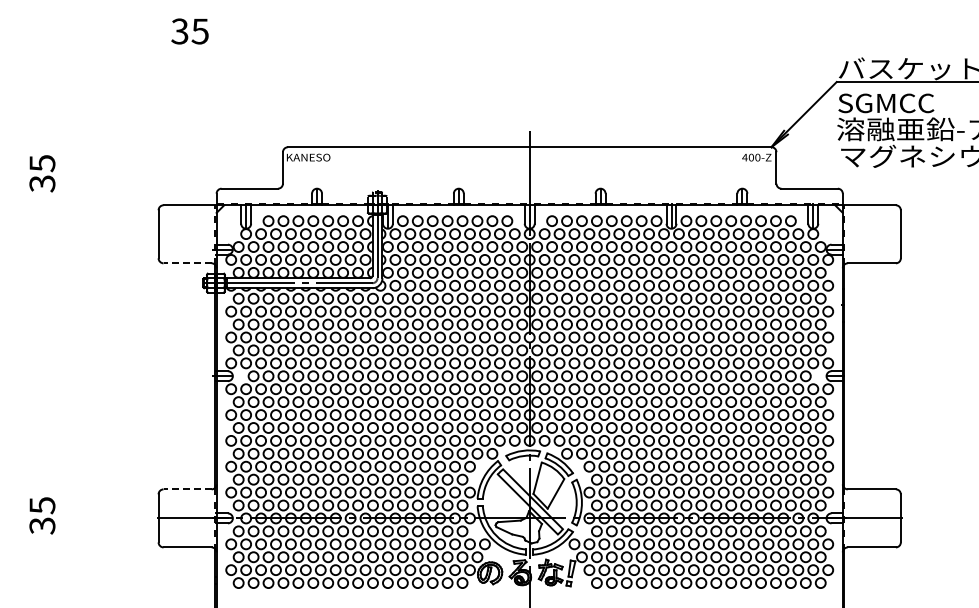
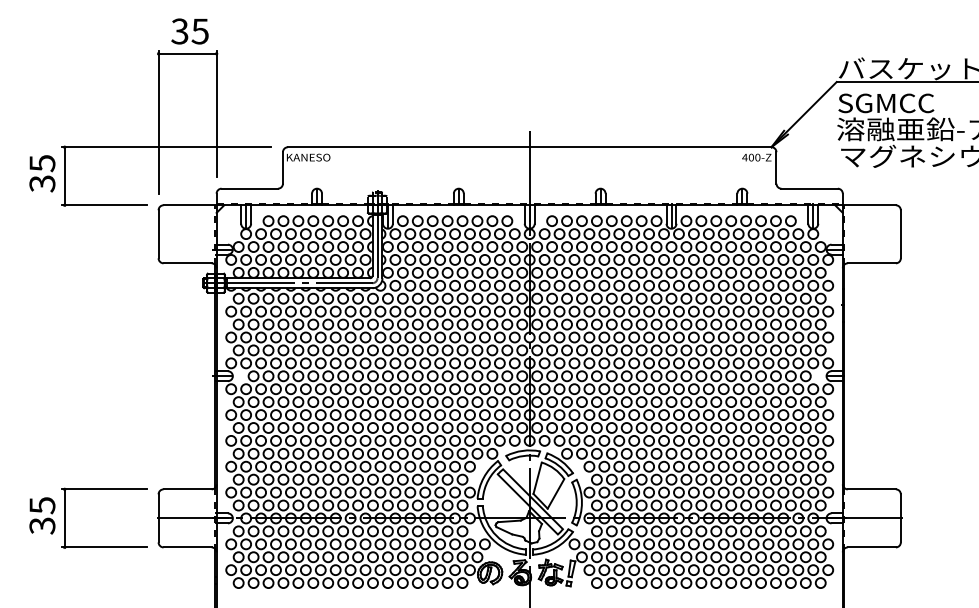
part at (166, 128): none -> present
line at (187, 263): dashed -> solid
part at (104, 489): none -> present
line at (187, 489): dashed -> solid
